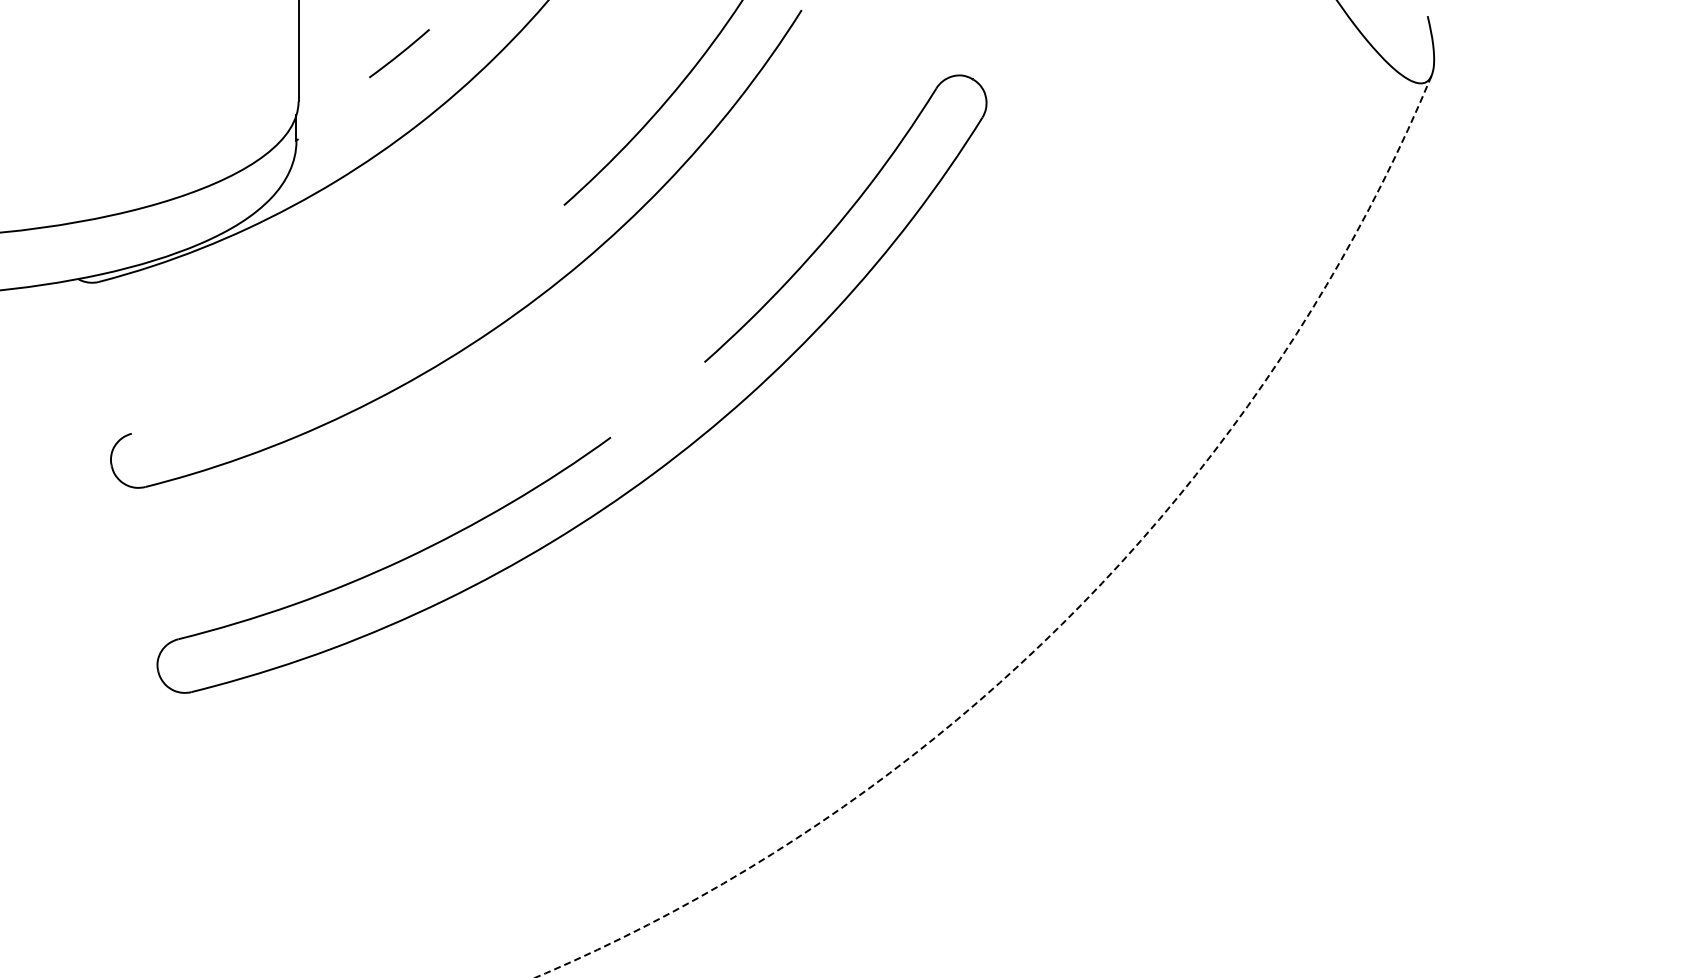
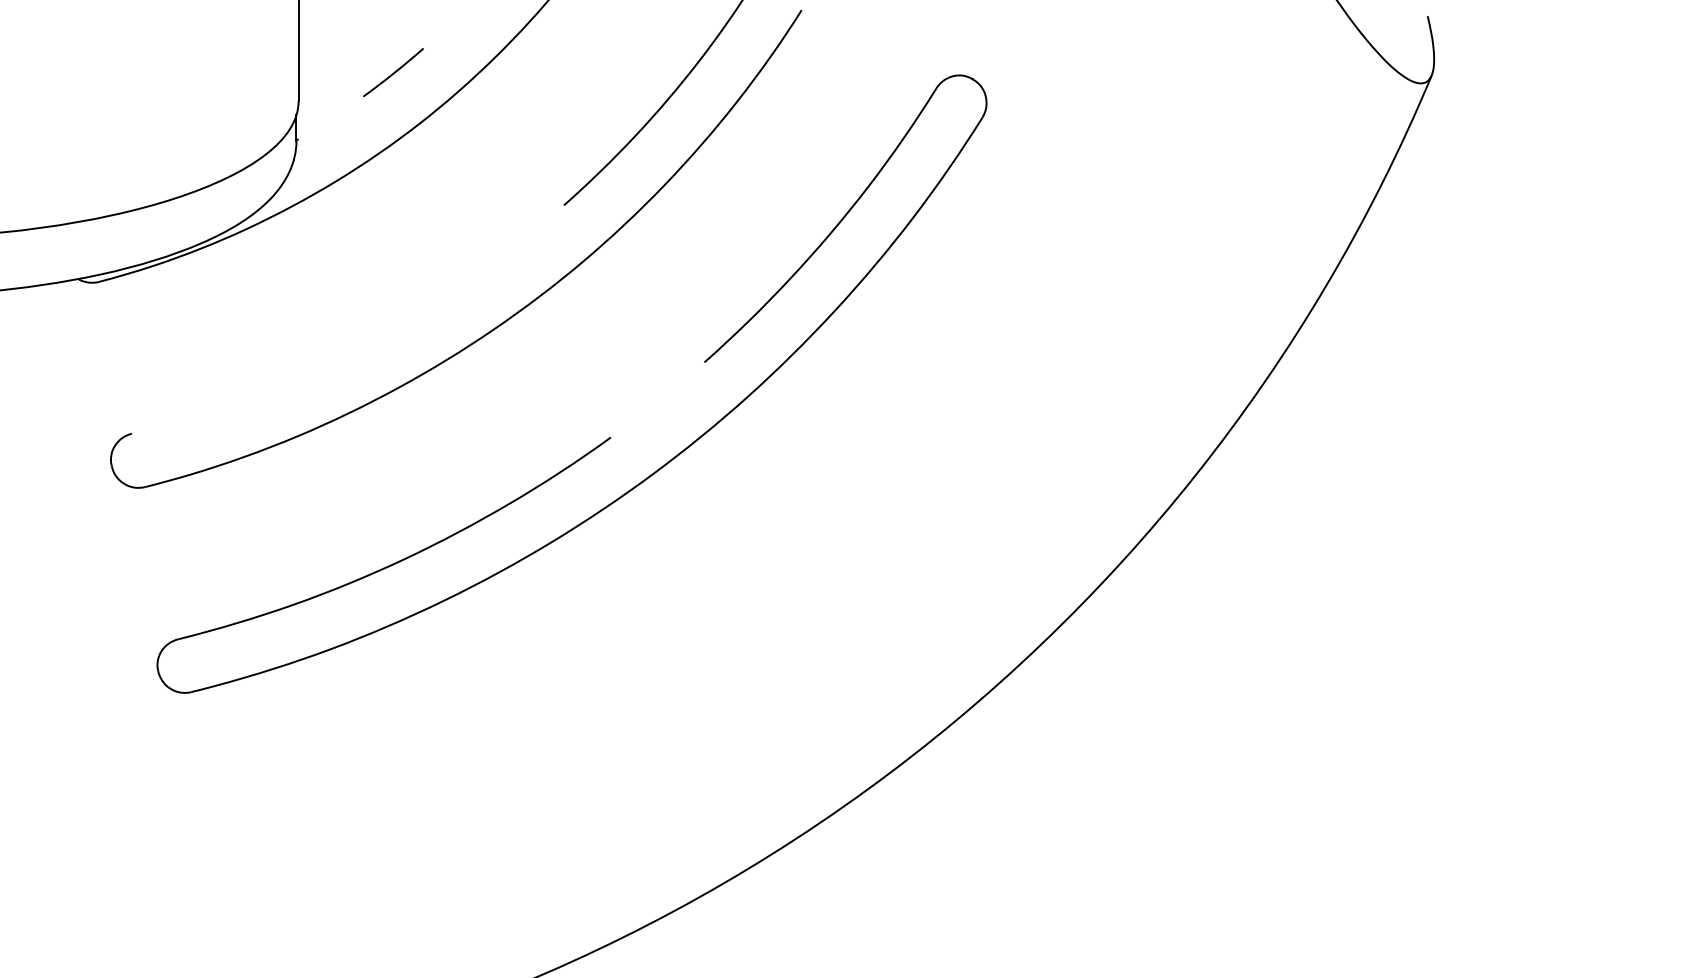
line at (399, 53) position: (399, 53) -> (393, 72)
arc at (1071, 615): dashed -> solid
